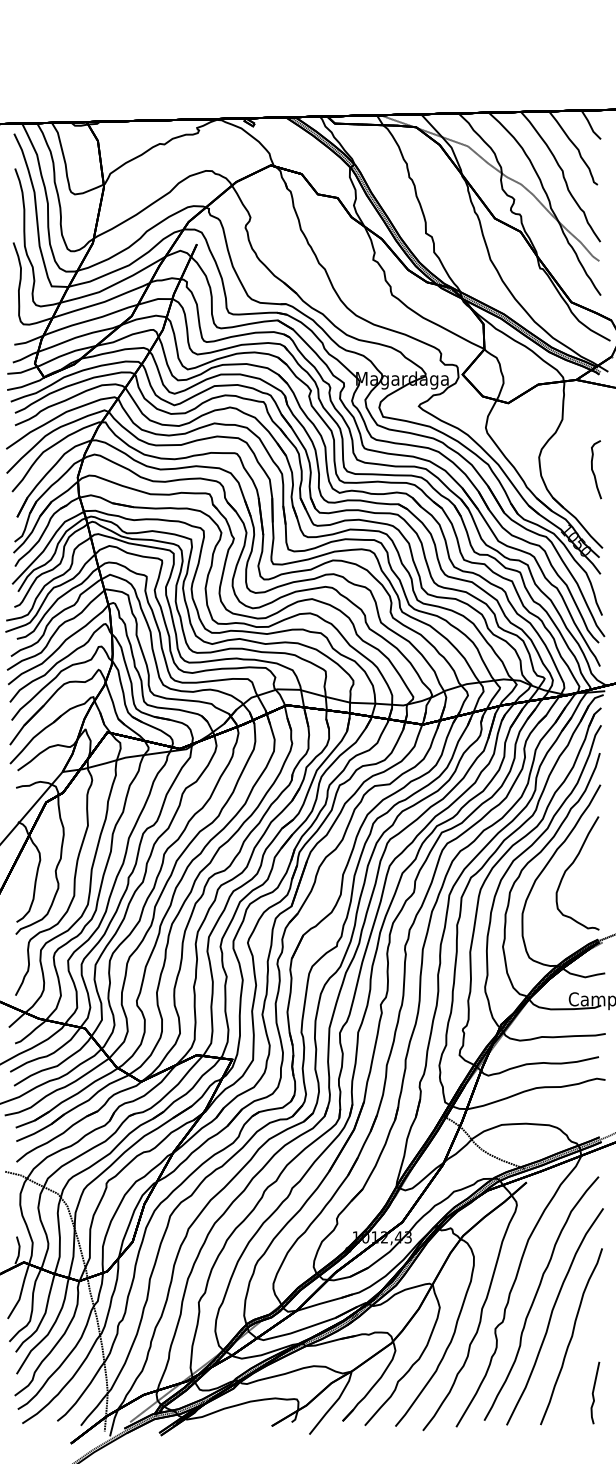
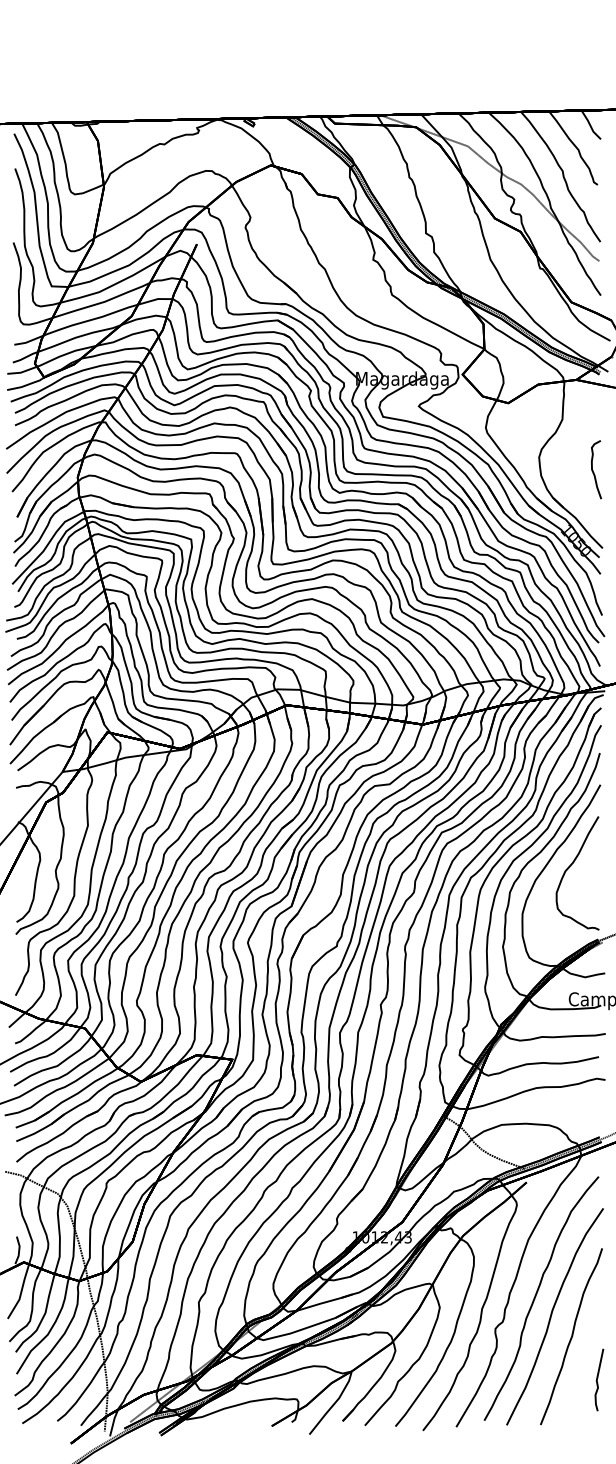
part at (595, 1392) position: (595, 1392) -> (599, 1379)
